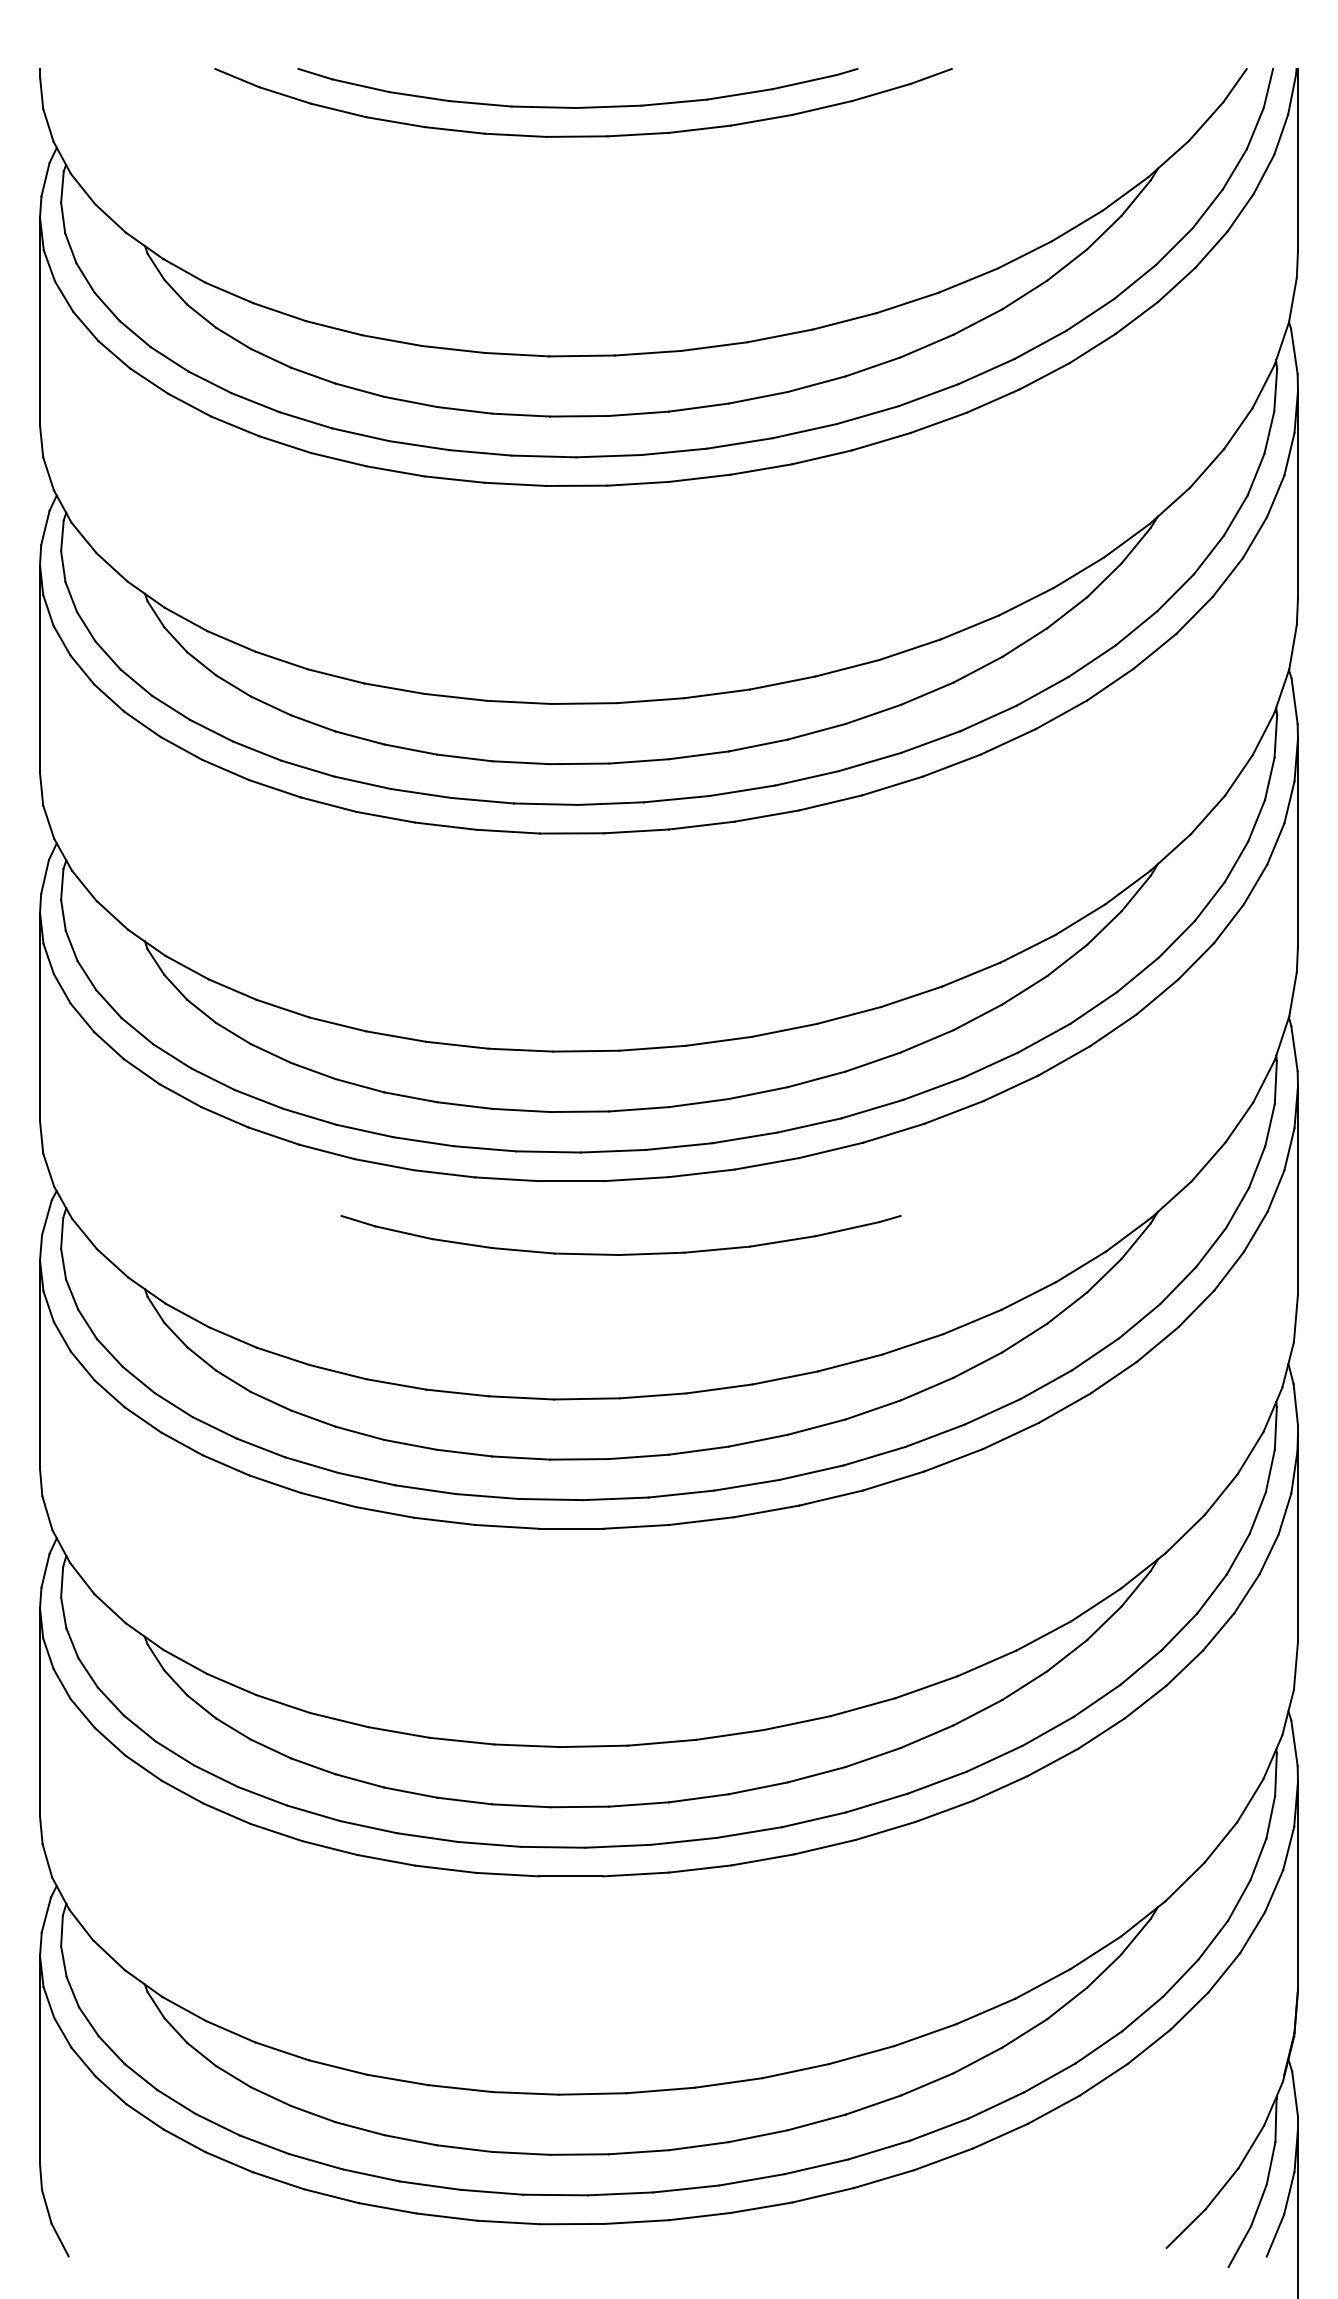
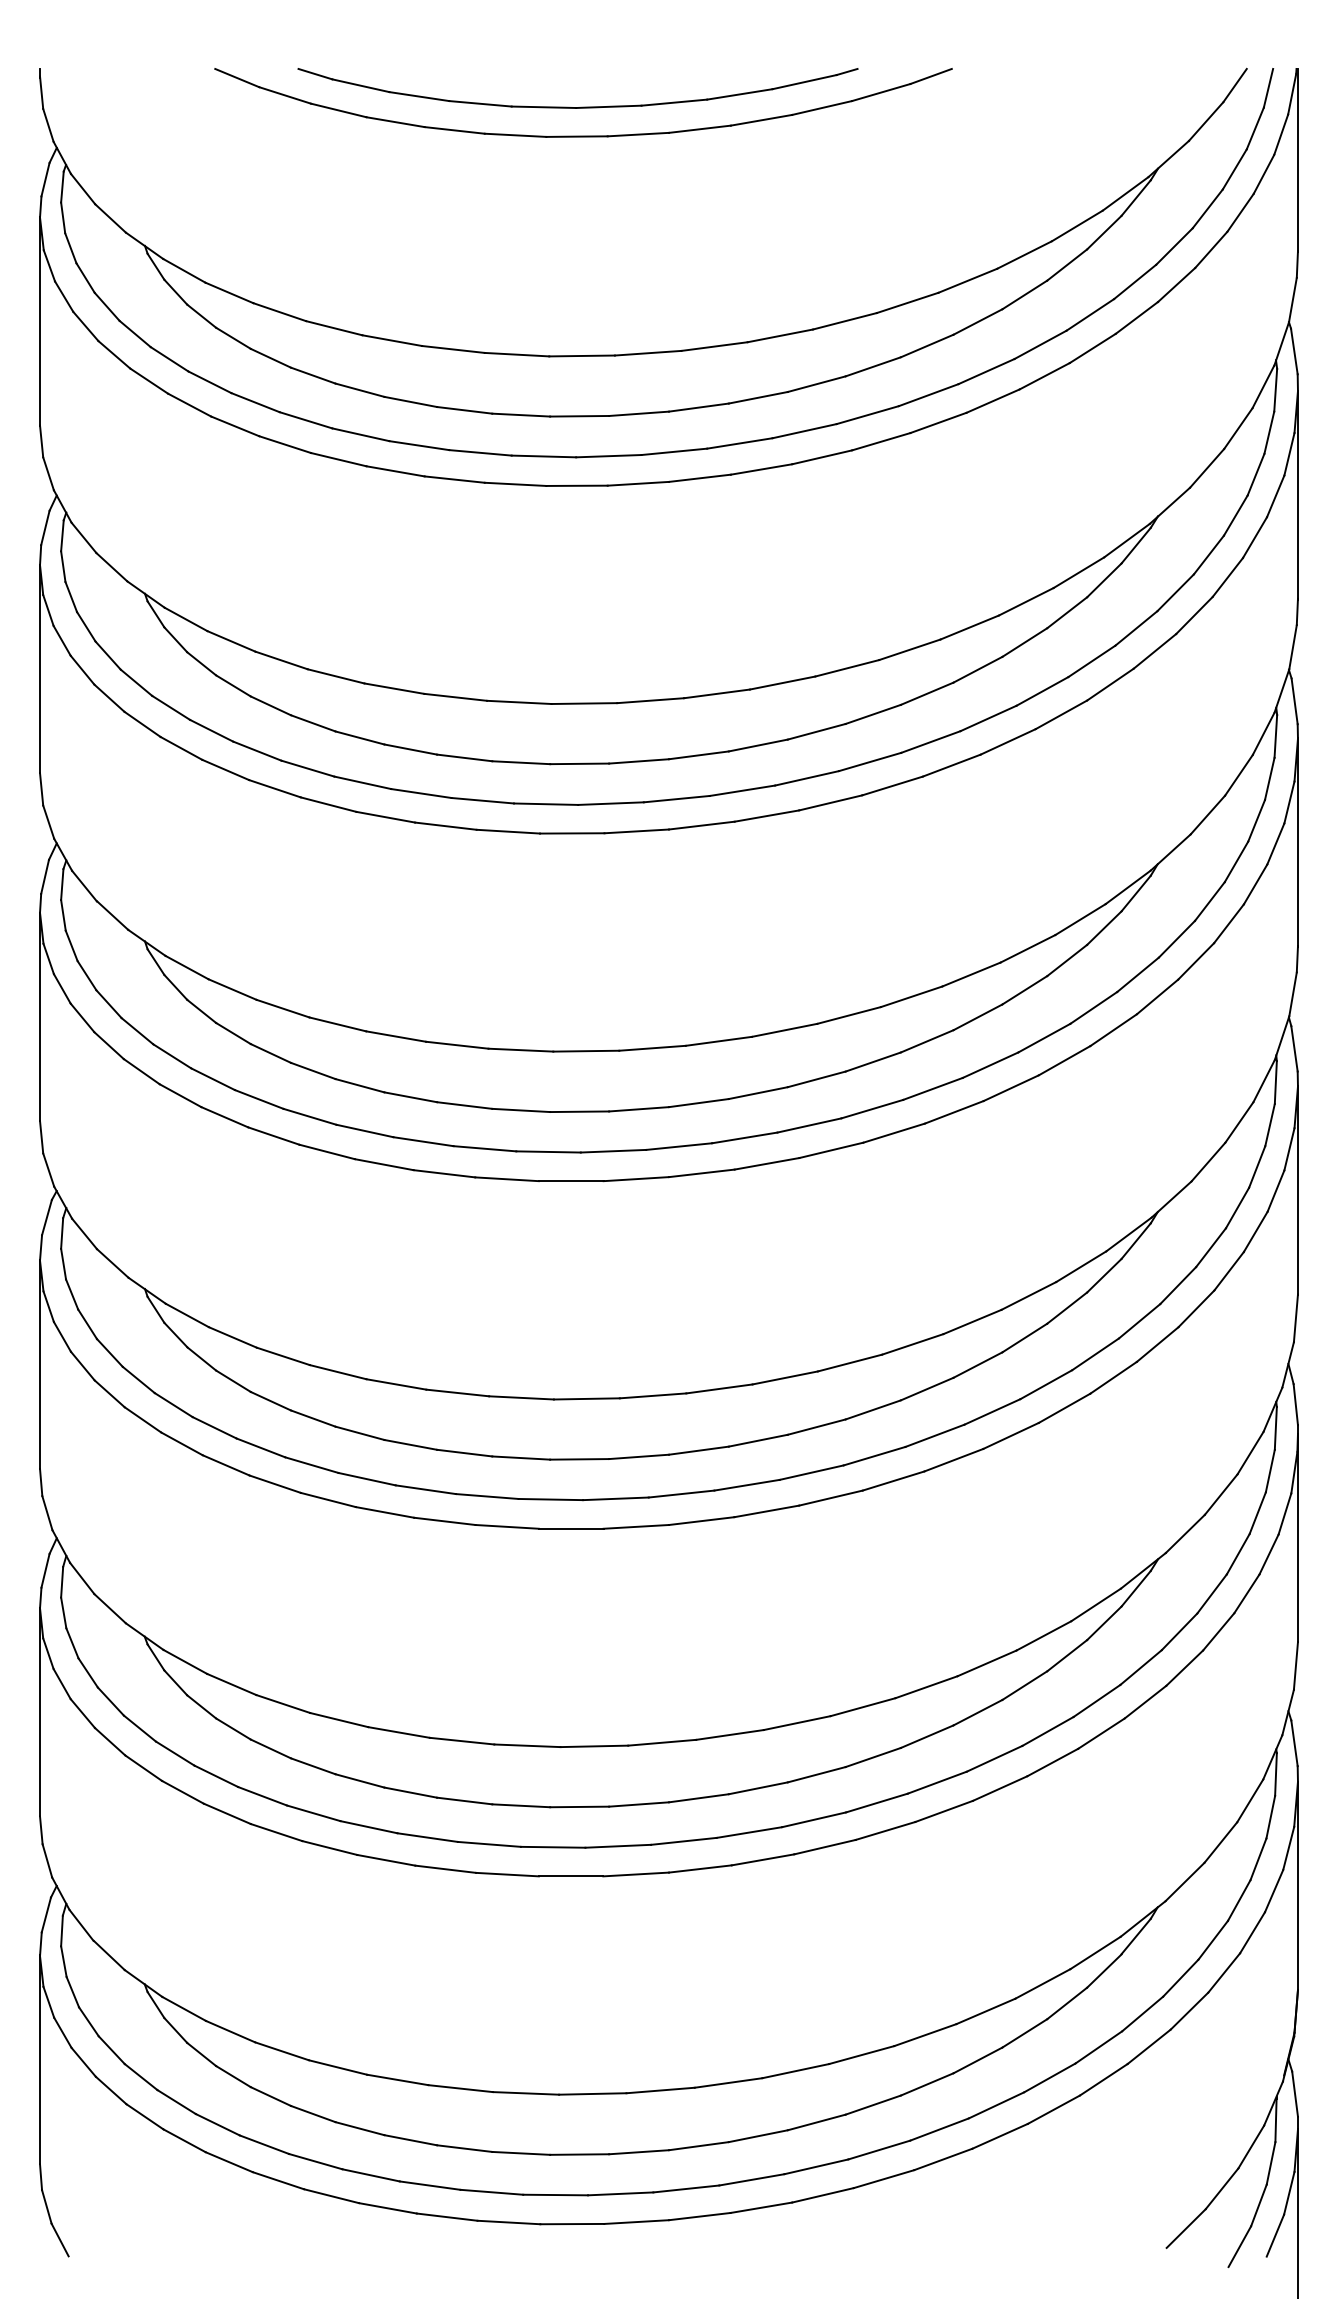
part at (624, 1253): present -> none
